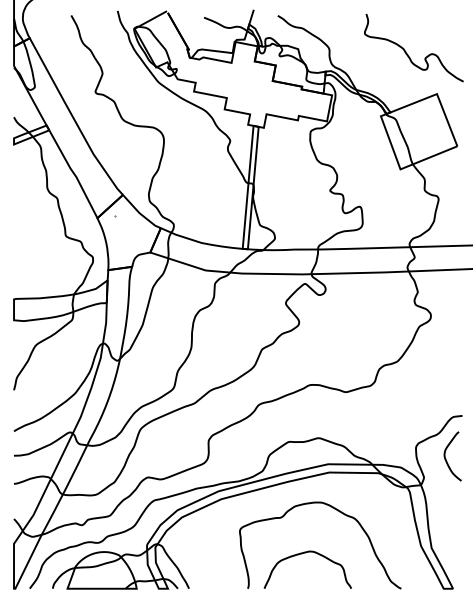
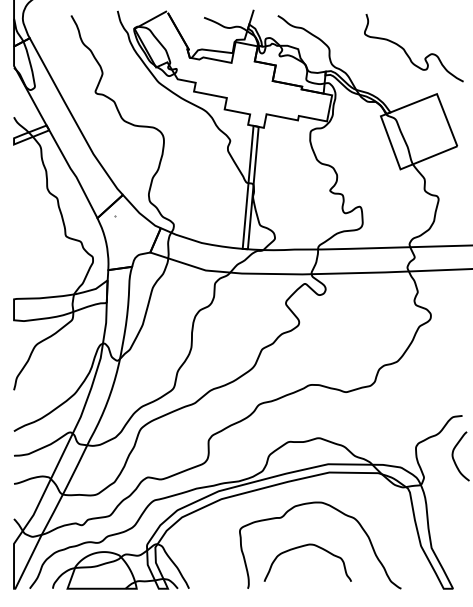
curve at (446, 458) position: (446, 458) -> (454, 458)
curve at (302, 554) position: (302, 554) -> (302, 547)
